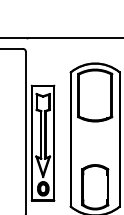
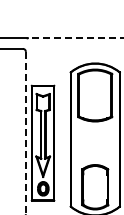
line at (75, 38): solid -> dashed
line at (25, 133): solid -> dashed
